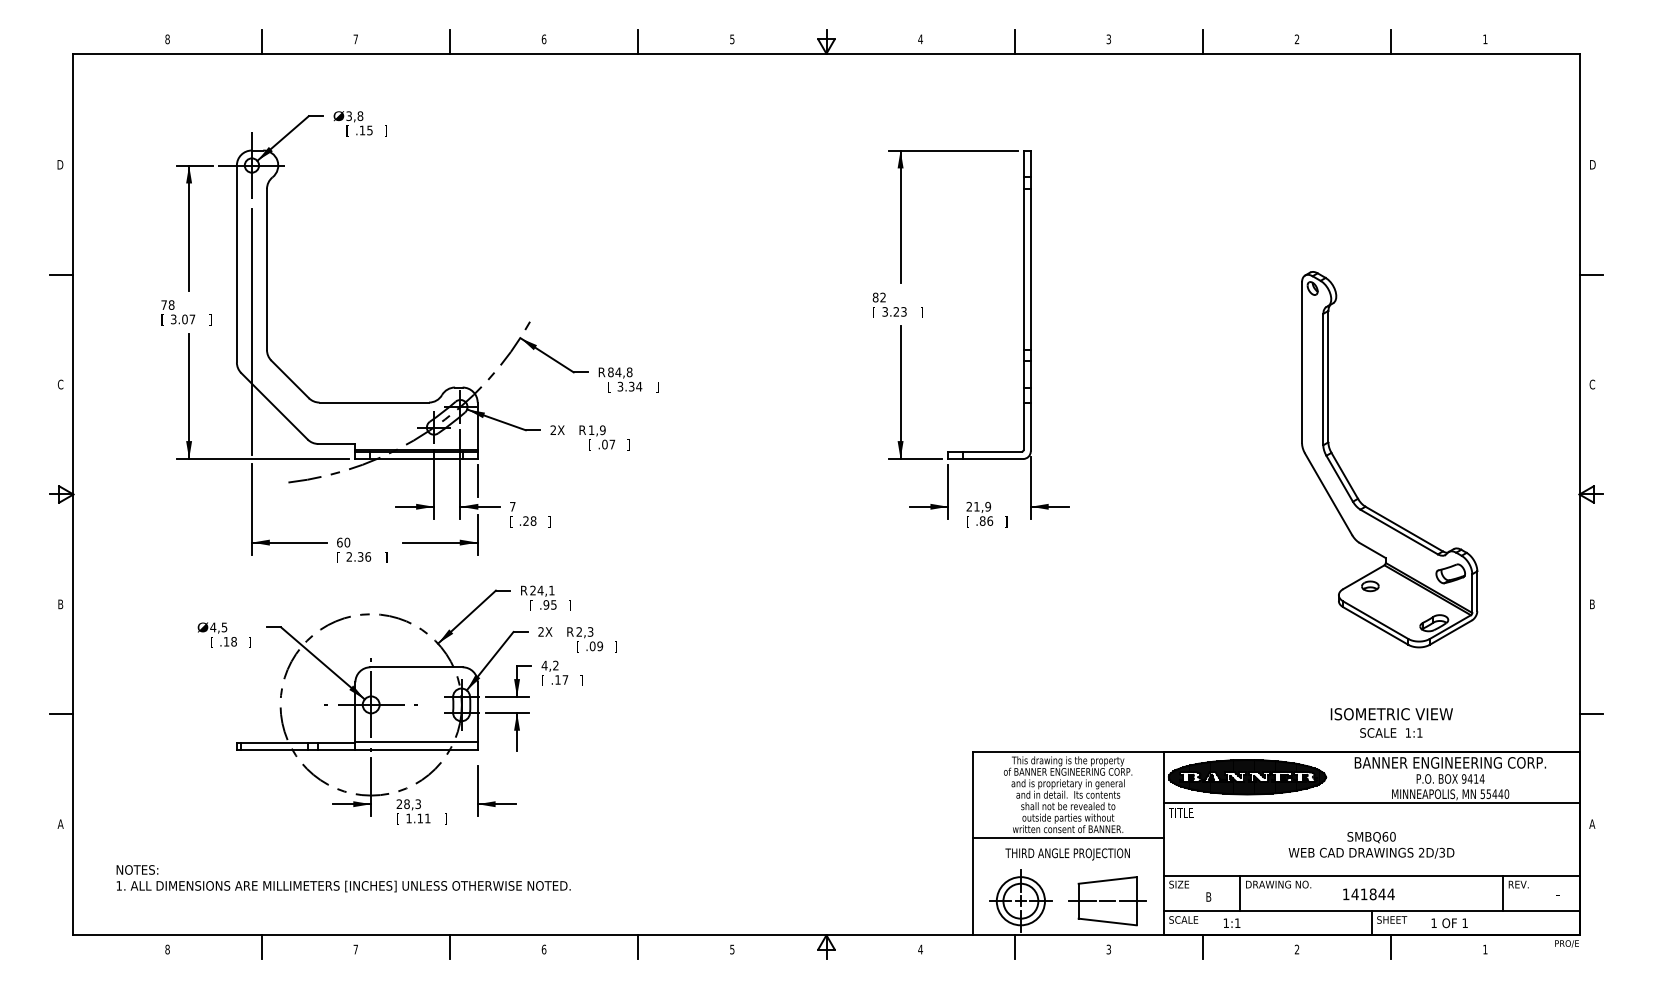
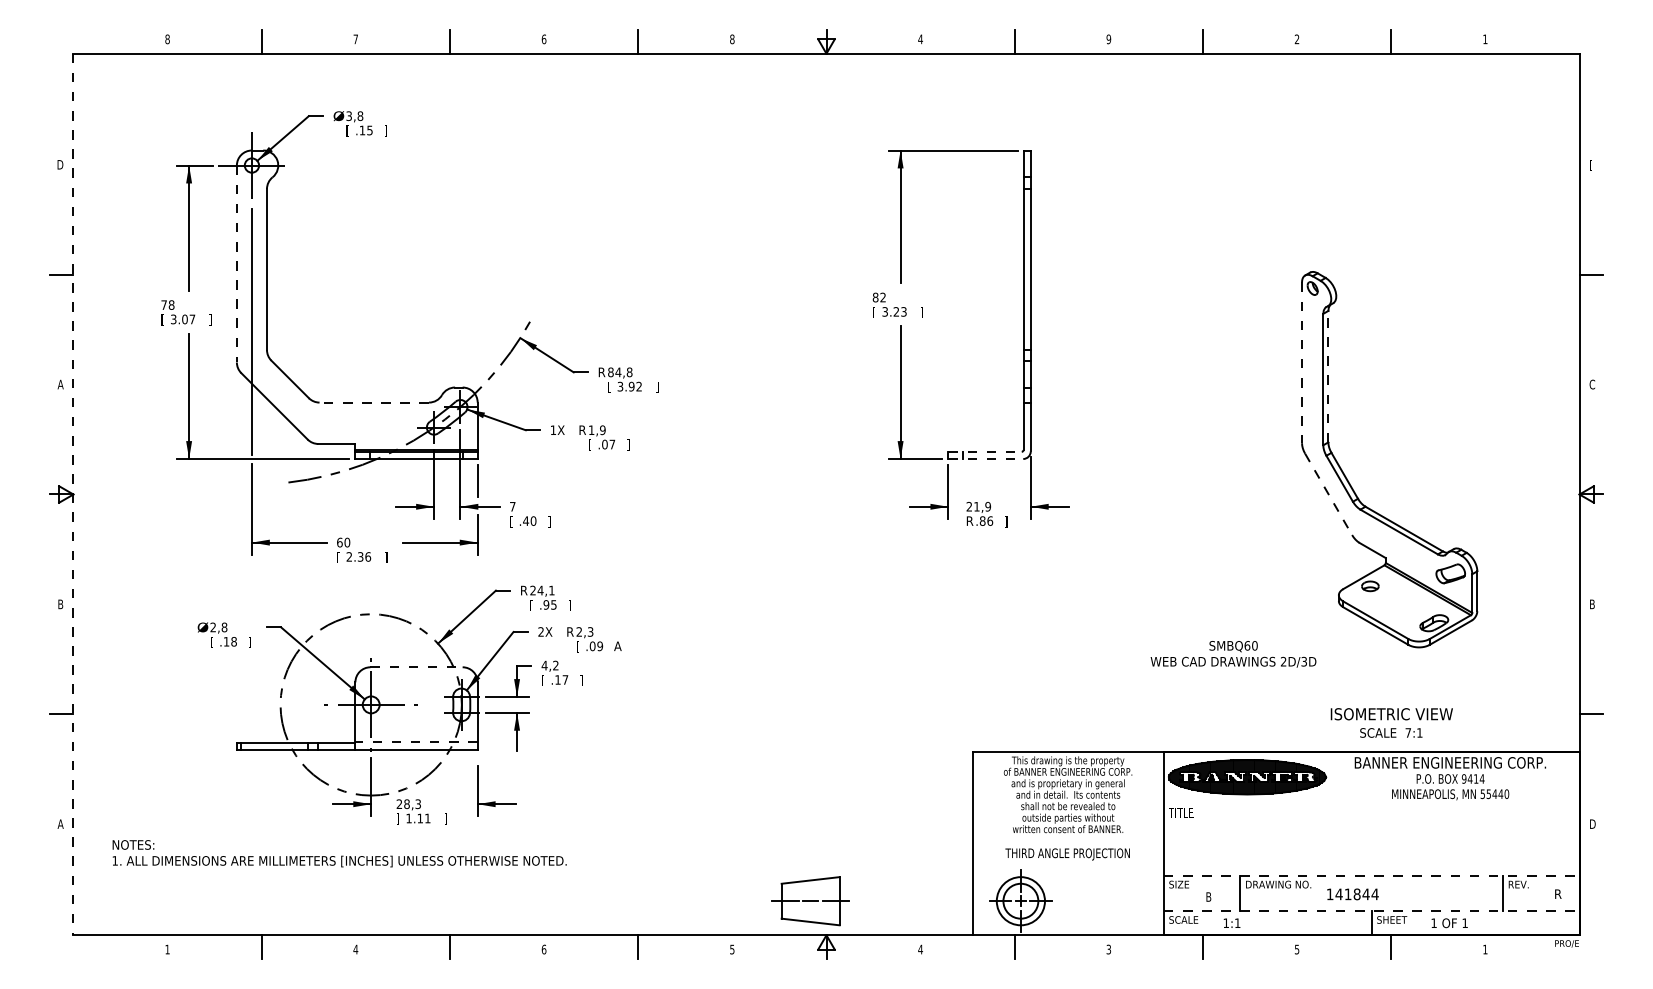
text at (1108, 38): 3 -> 9
text at (732, 39): 5 -> 8
text at (1592, 165): D -> [
line at (236, 264): solid -> dashed
line at (1302, 363): solid -> dashed
line at (1328, 376): solid -> dashed
text at (60, 384): C -> A
text at (635, 386): 3.34 -> 3.92
line at (374, 402): solid -> dashed
text at (552, 429): 2X -> 1X
line at (985, 451): solid -> dashed
line at (986, 459): solid -> dashed
line at (73, 494): solid -> dashed
line at (1328, 494): solid -> dashed
text at (529, 520): .28 -> .40
text at (969, 521): [ -> R
text at (218, 627): 4,5 -> 2,8
text at (617, 646): ] -> A
line at (417, 667): solid -> dashed
text at (1407, 732): 1:1 -> 7:1
line at (416, 742): solid -> dashed
line at (1371, 803): present -> none
text at (397, 818): [ -> ]
text at (1592, 823): A -> D
line at (1067, 837): present -> none
text at (1371, 845) position: (1371, 845) -> (1233, 654)
line at (1371, 876): solid -> dashed
text at (343, 878) position: (343, 878) -> (339, 853)
text at (1558, 893): - -> R
text at (1368, 894) position: (1368, 894) -> (1352, 894)
part at (1107, 901) position: (1107, 901) -> (810, 901)
line at (1371, 911): solid -> dashed
text at (167, 949): 8 -> 1
text at (355, 949): 7 -> 4
text at (1297, 949): 2 -> 5
